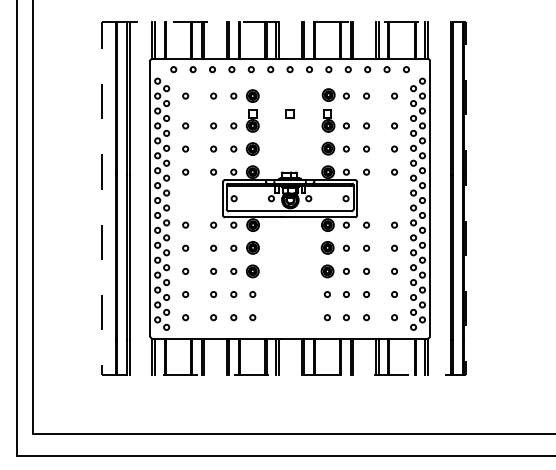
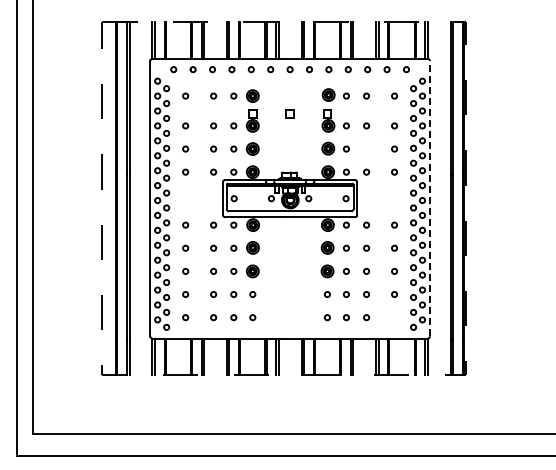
circle at (366, 148): present -> none
line at (429, 198): solid -> dashed
circle at (394, 317): present -> none
